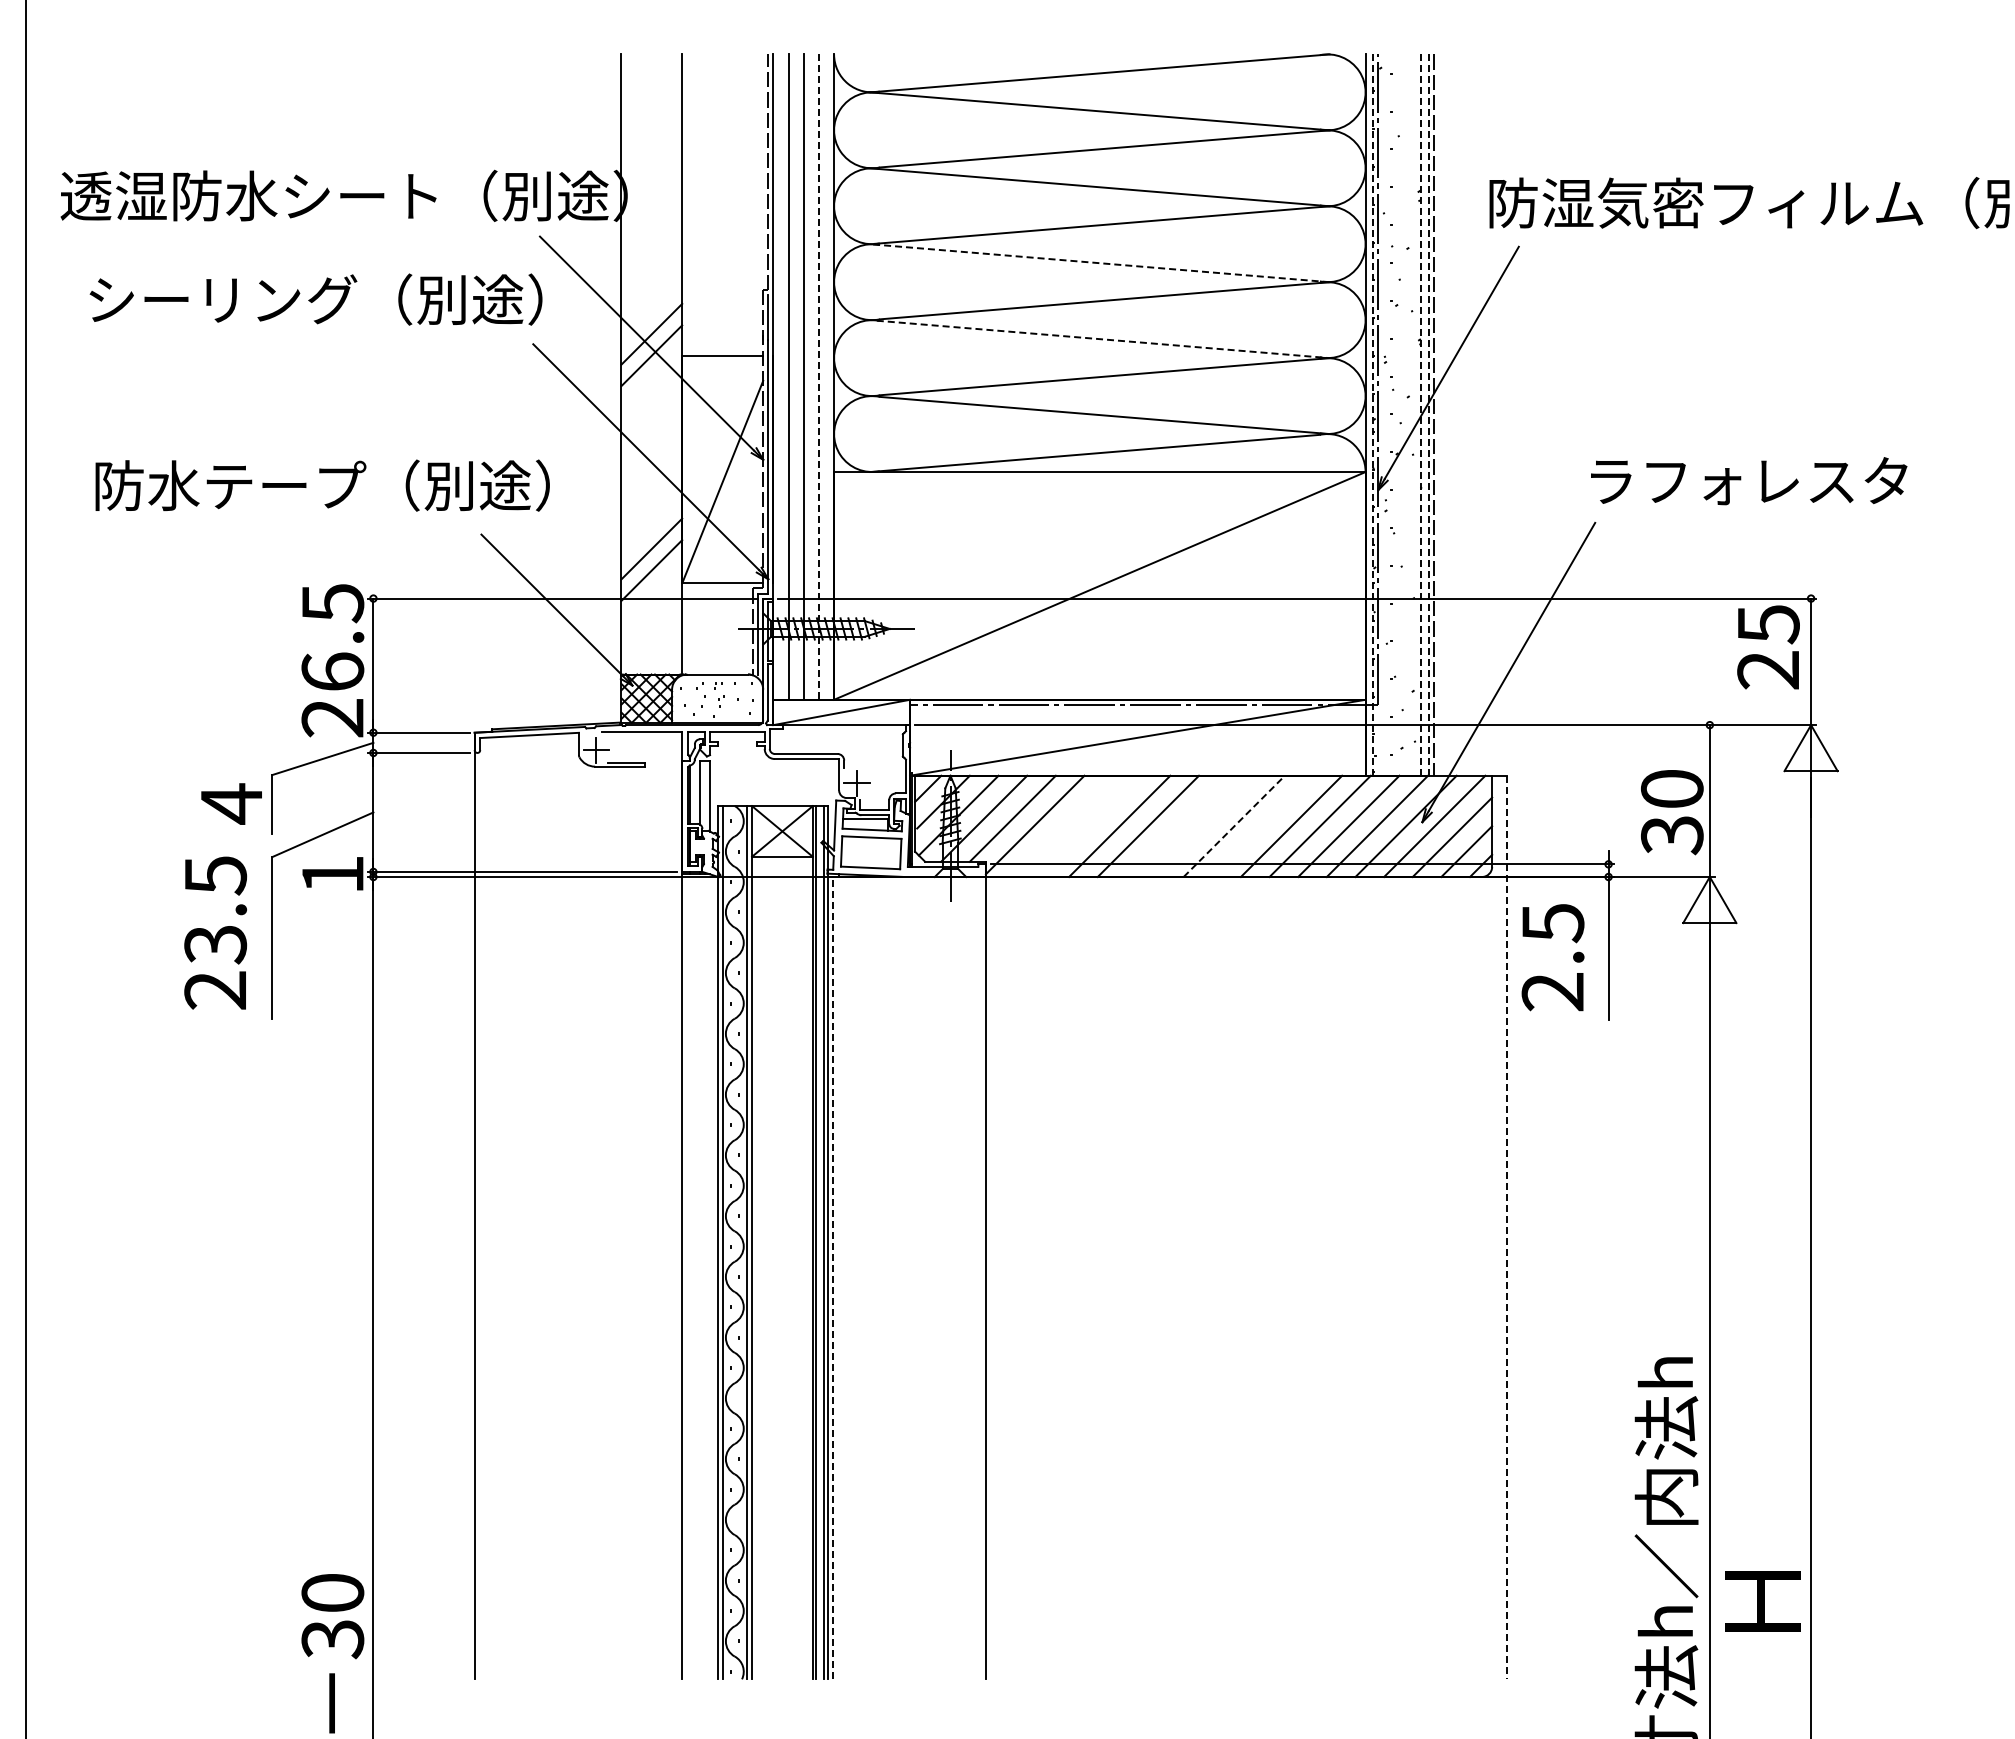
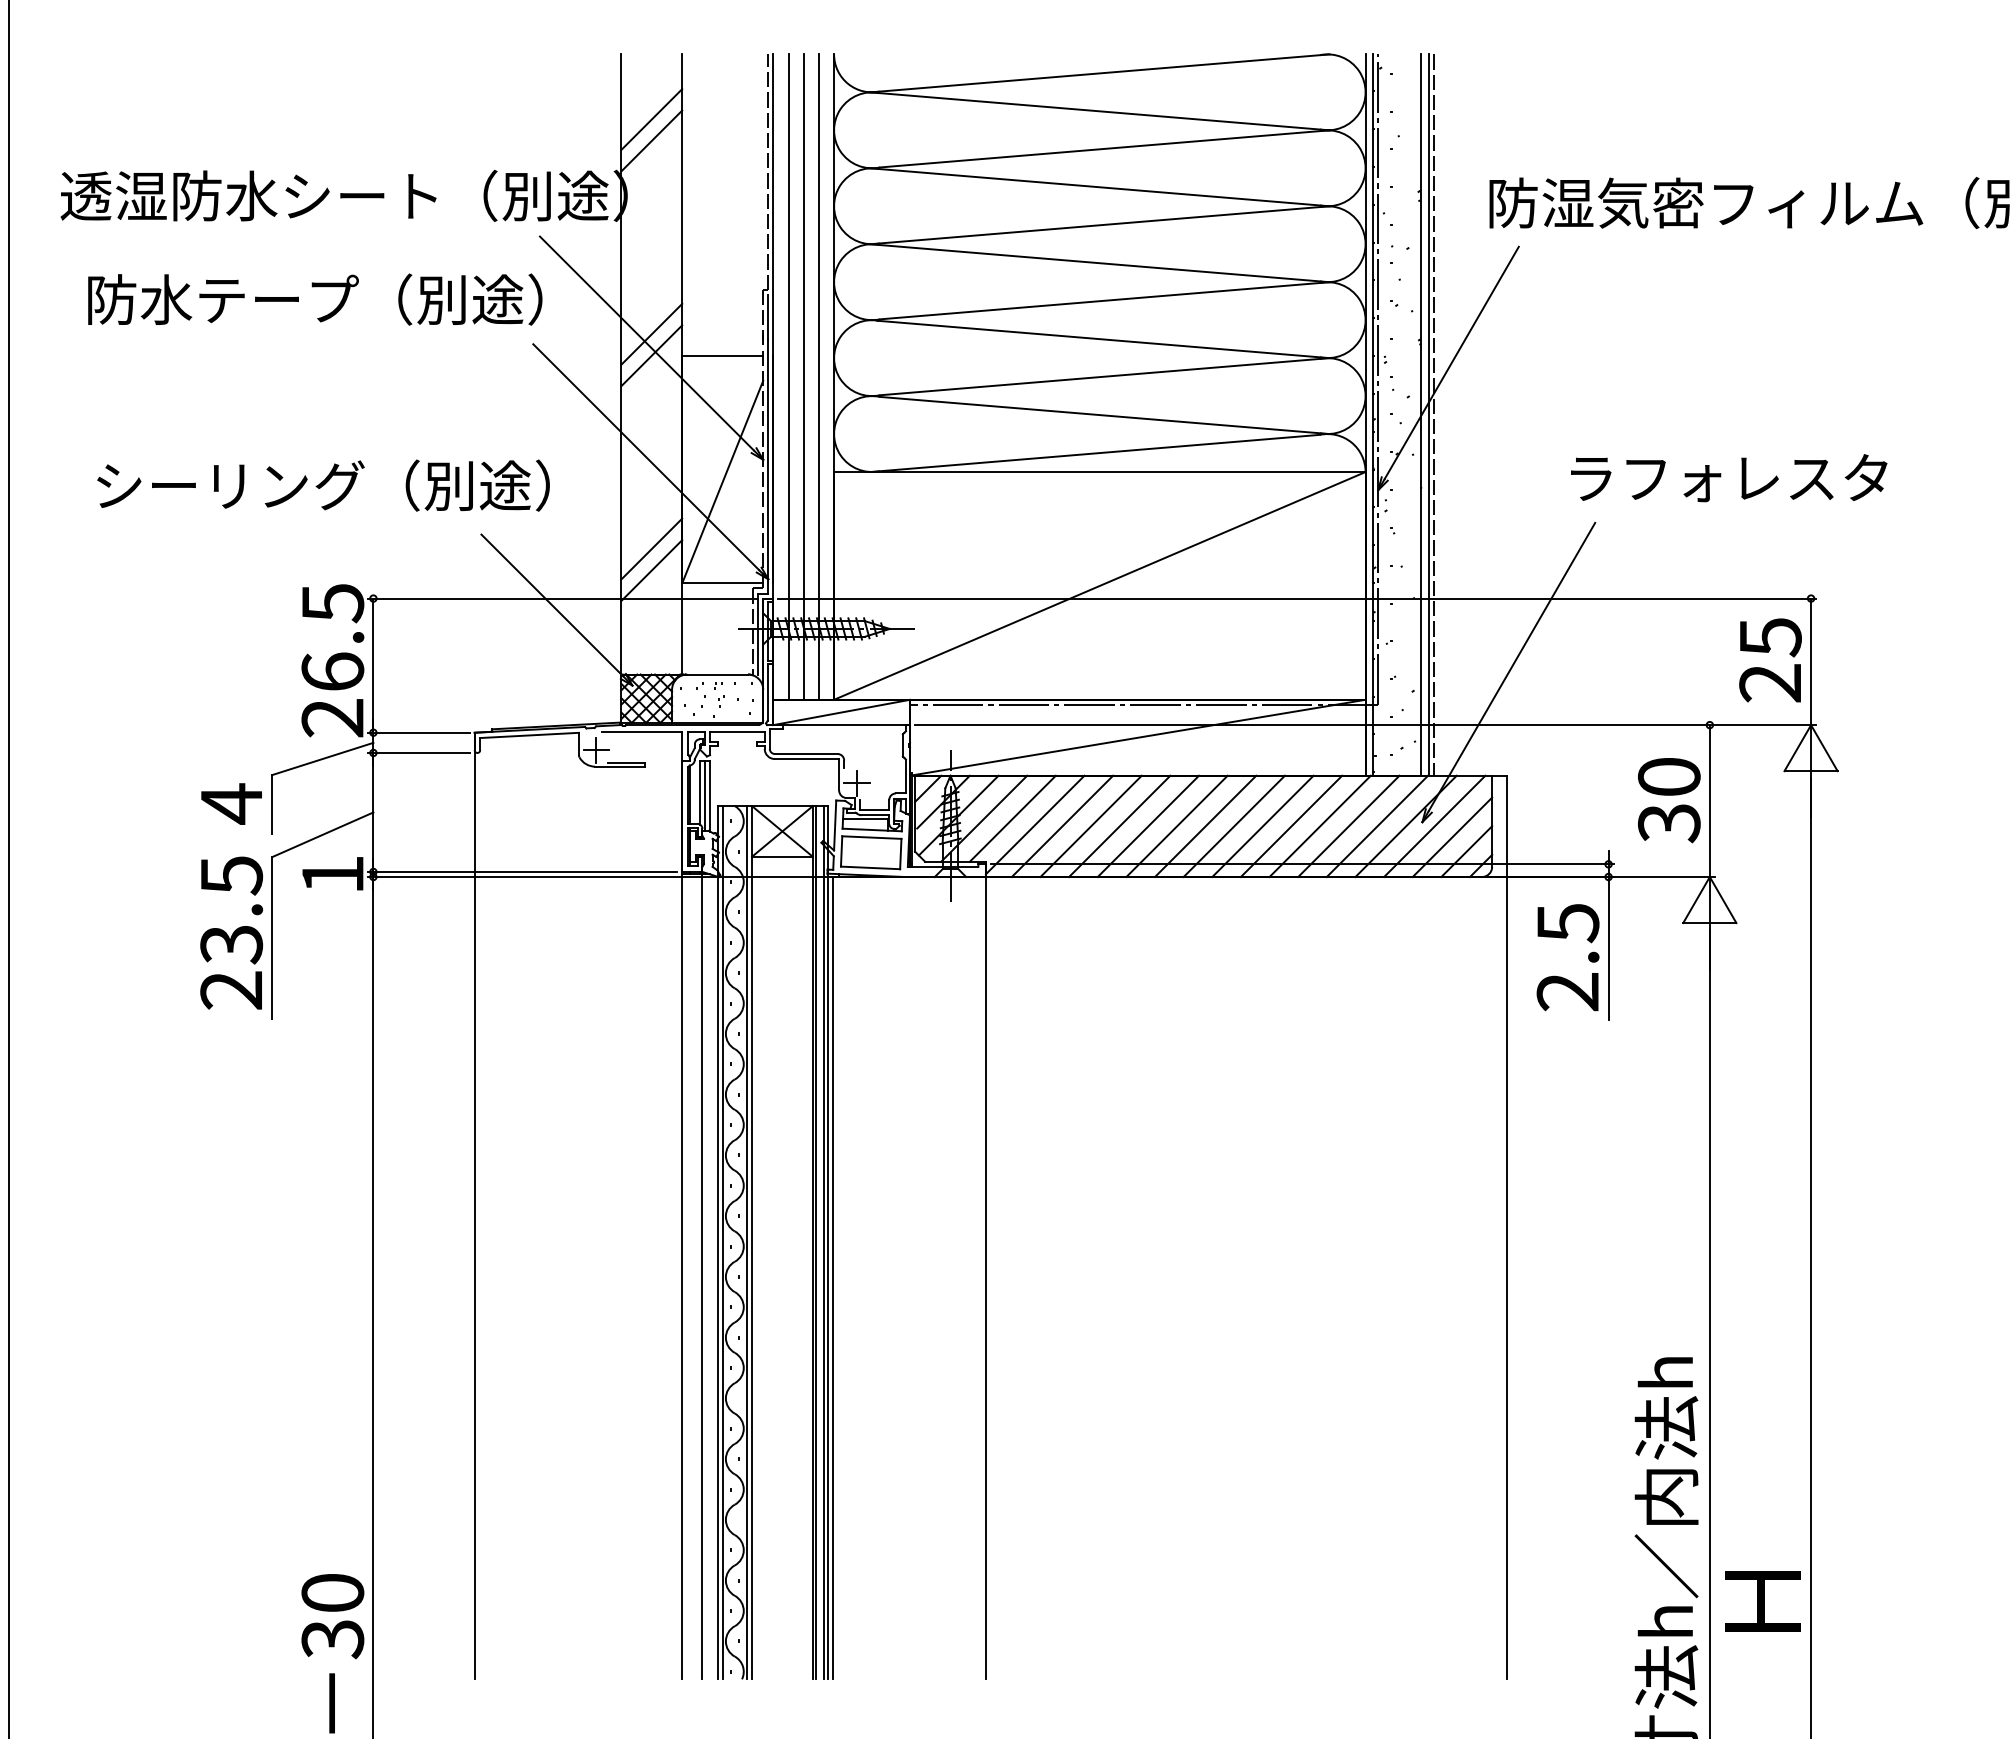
line at (651, 119): none -> present
line at (651, 140): none -> present
line at (1099, 263): dashed -> solid
text at (223, 299): シーリング（別途） -> 防水テープ（別途）
line at (1103, 339): dashed -> solid
line at (818, 377): dashed -> solid
line at (1373, 415): dashed -> solid
line at (1421, 415): dashed -> solid
line at (1428, 415): dashed -> solid
text at (1749, 481) position: (1749, 481) -> (1729, 478)
text at (230, 485): 防水テープ（別途） -> シーリング（別途）
text at (1768, 647) position: (1768, 647) -> (1770, 660)
line at (705, 795): none -> present
text at (1672, 812) position: (1672, 812) -> (1669, 800)
line at (1062, 826): none -> present
line at (1090, 826): none -> present
line at (1176, 826): none -> present
line at (1205, 826): none -> present
line at (1234, 826): dashed -> solid
line at (1262, 826): none -> present
line at (25, 868) position: (25, 868) -> (8, 868)
text at (215, 932) position: (215, 932) -> (231, 932)
text at (1552, 957) position: (1552, 957) -> (1567, 957)
line at (1507, 1227): dashed -> solid
line at (702, 1276): none -> present
line at (833, 1277): dashed -> solid
